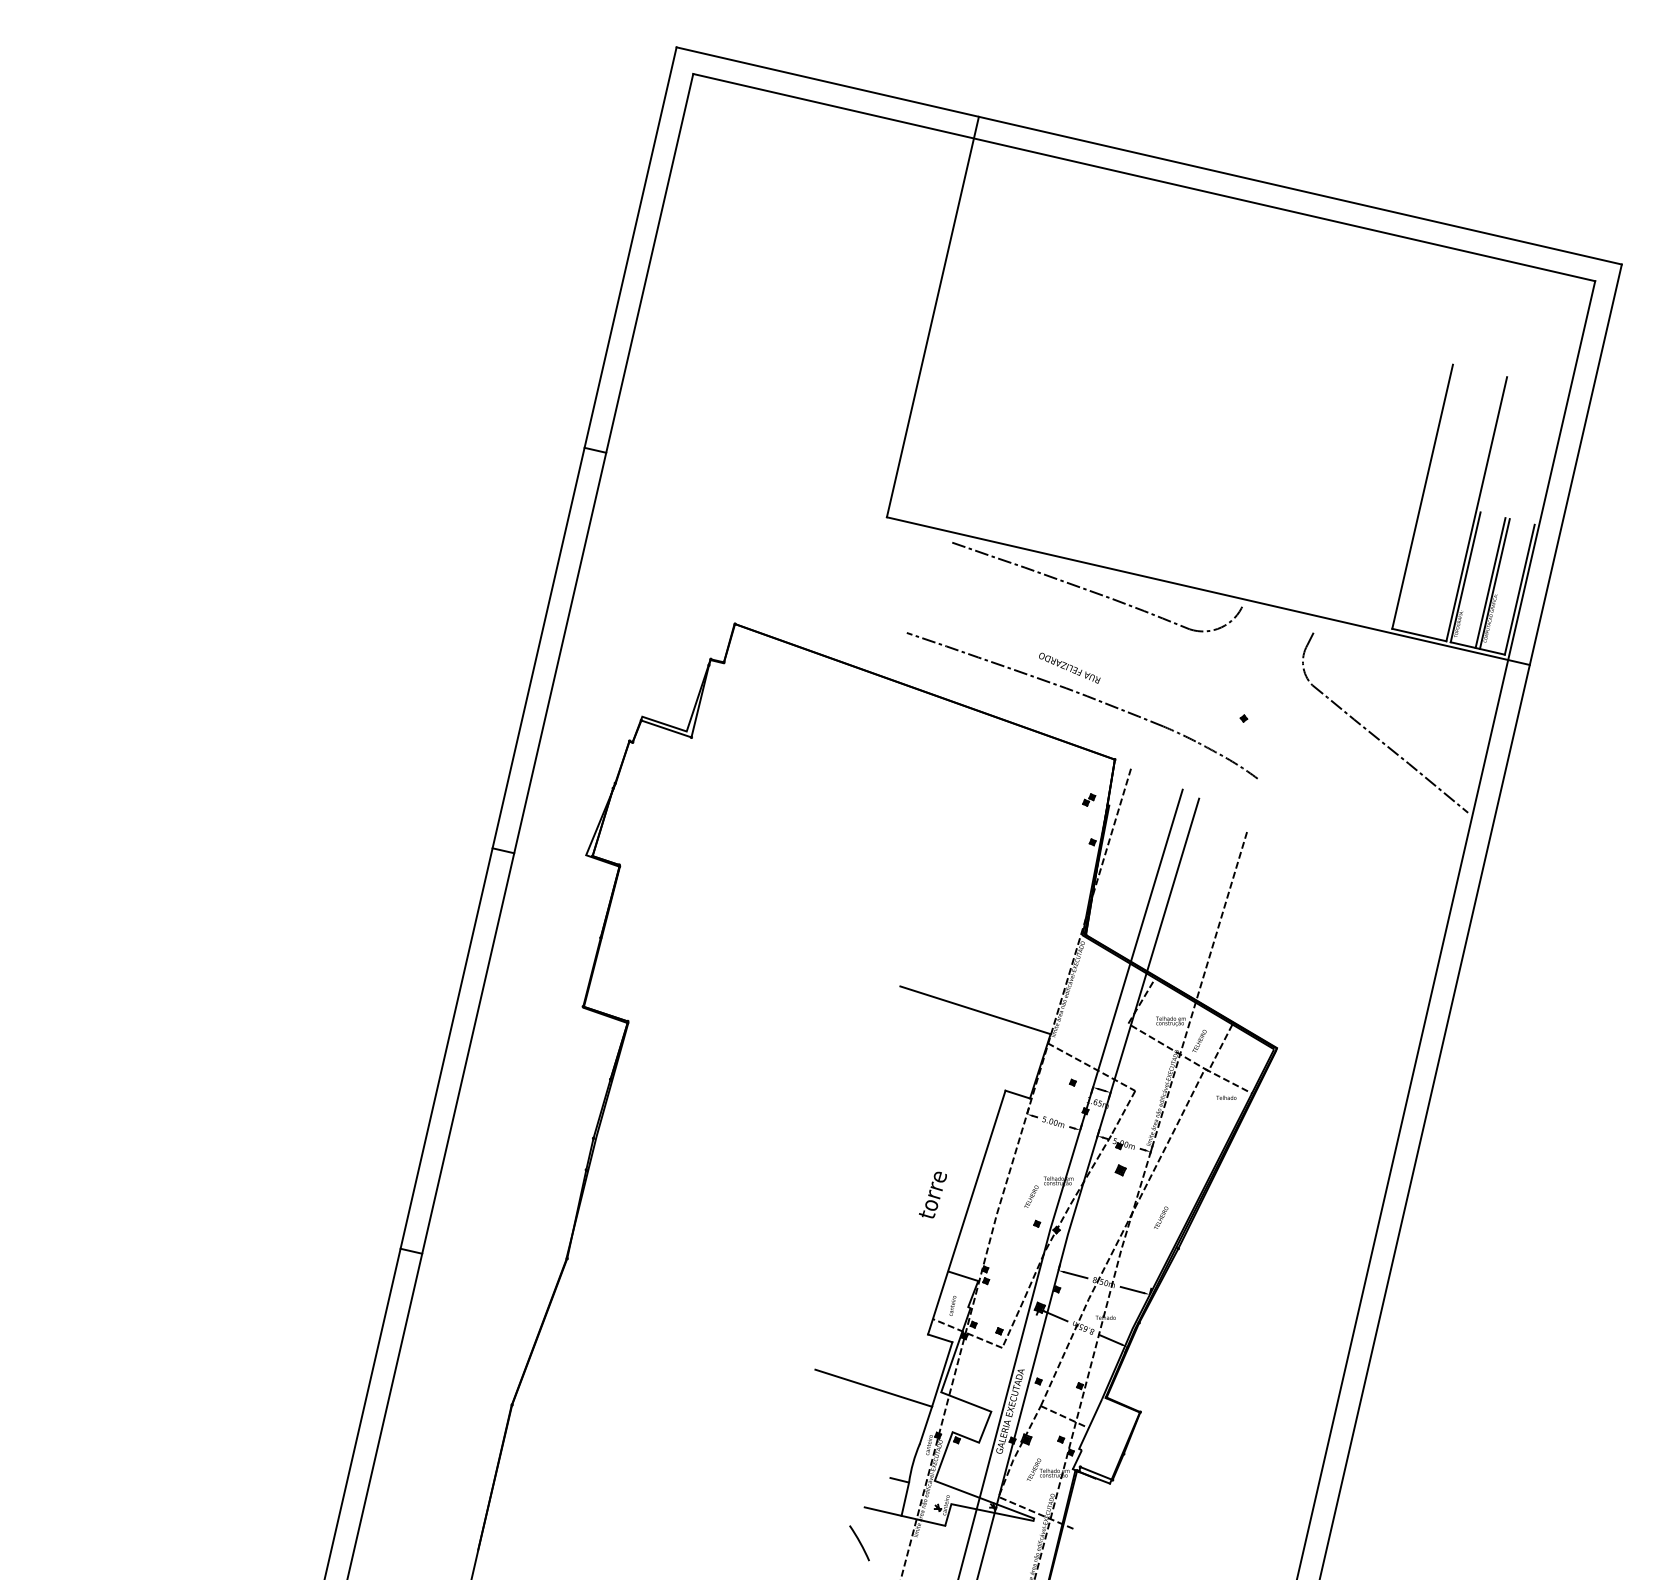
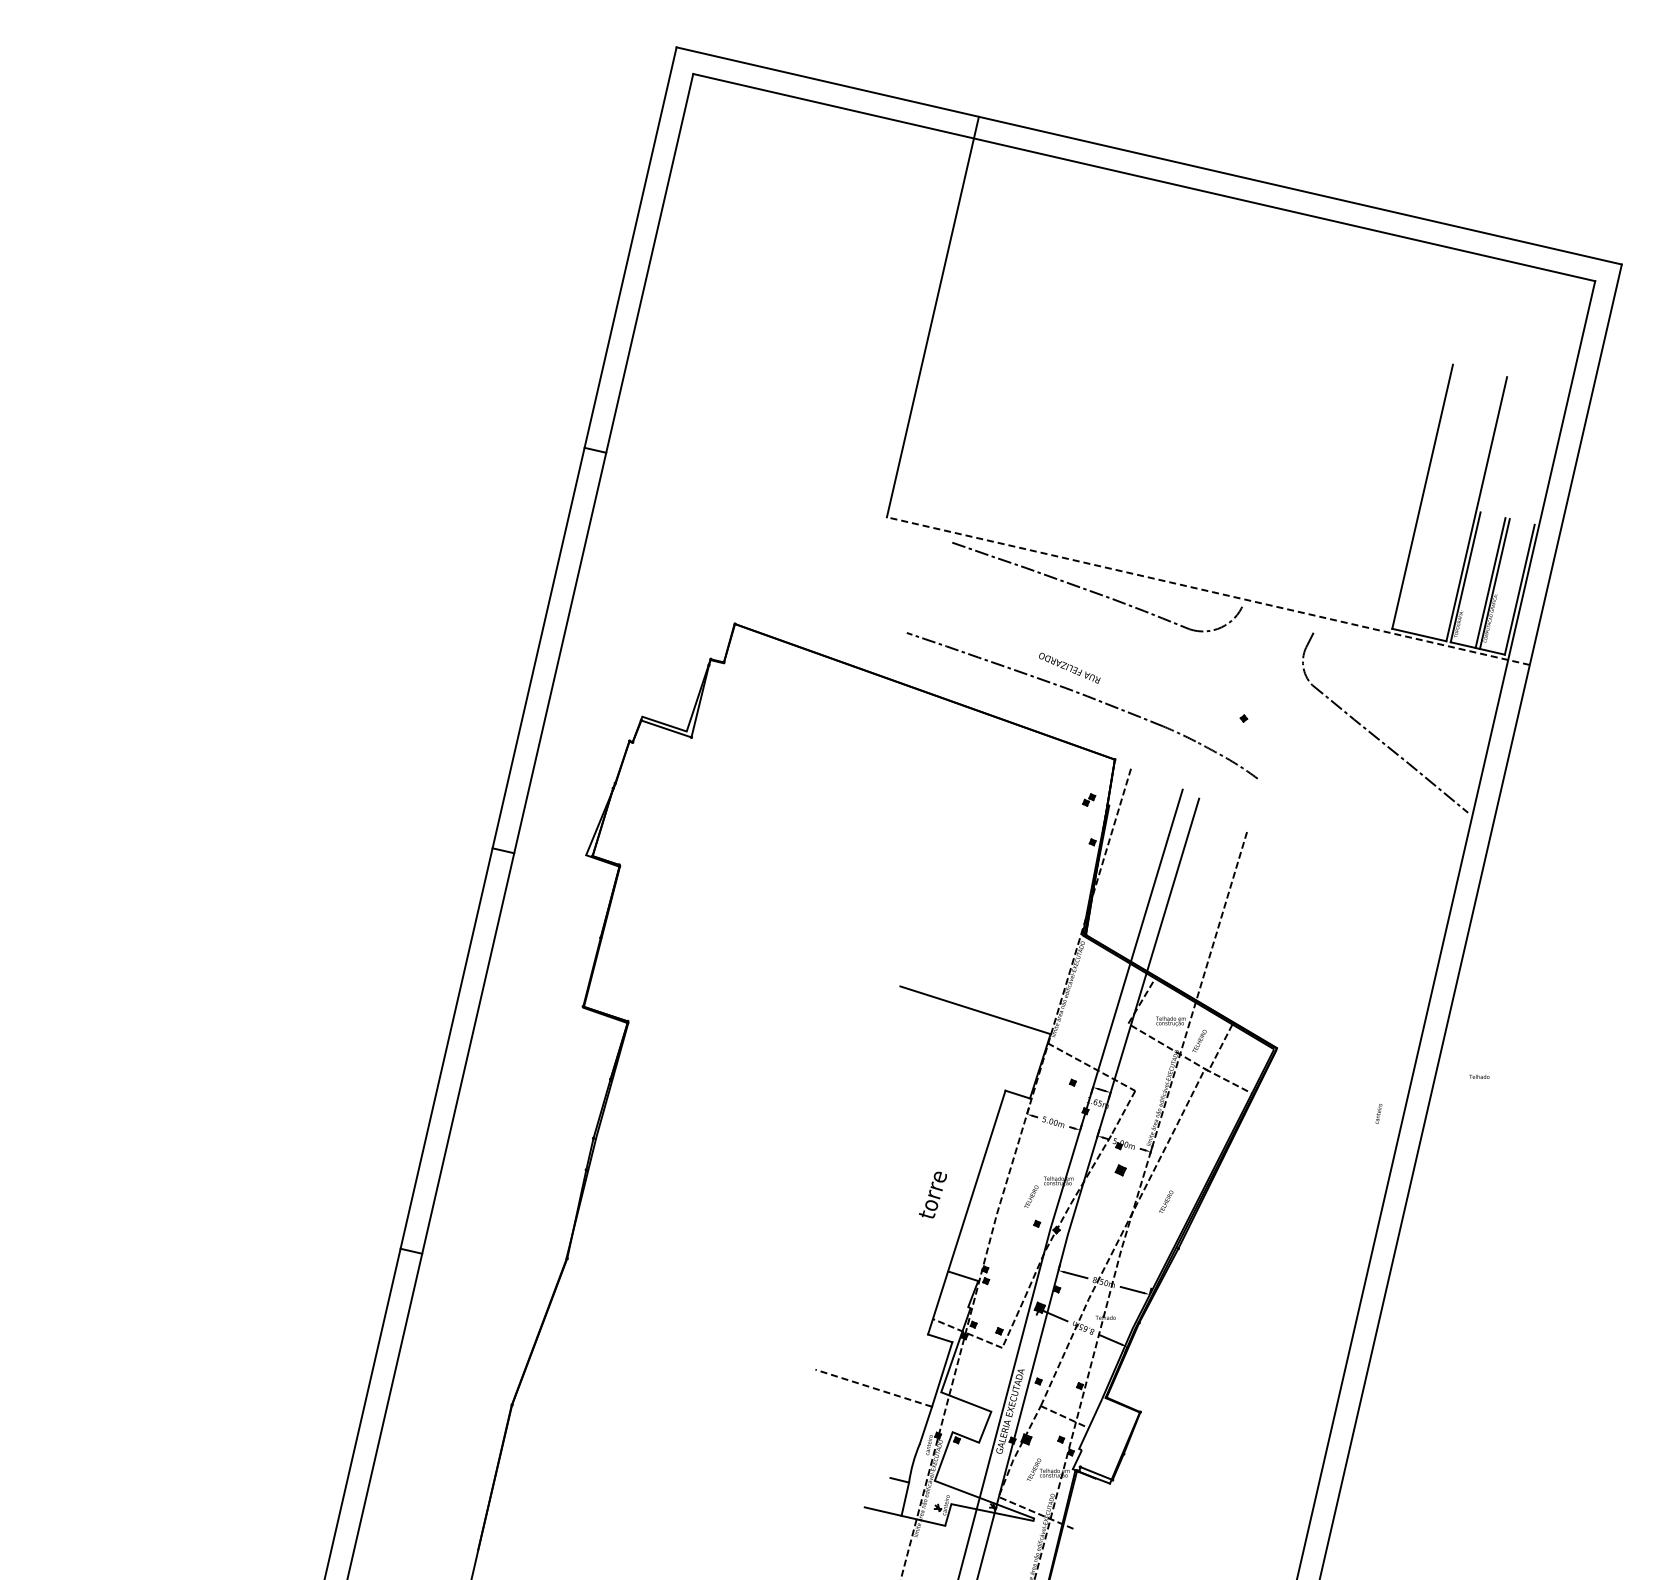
line at (1208, 591): solid -> dashed
text at (1226, 1097) position: (1226, 1097) -> (1479, 1076)
text at (1161, 1217) position: (1161, 1217) -> (1166, 1201)
text at (952, 1305) position: (952, 1305) -> (1378, 1113)
line at (873, 1388): solid -> dashed
line at (859, 1543): present -> none
